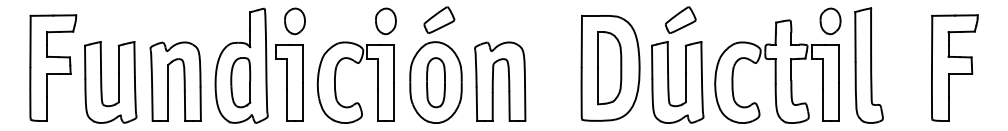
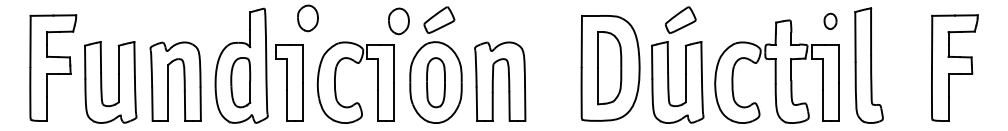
part at (294, 21) position: (294, 21) -> (307, 18)
part at (385, 21) position: (385, 21) -> (398, 21)
part at (830, 21) size: 23x29 px -> 15x18 px
